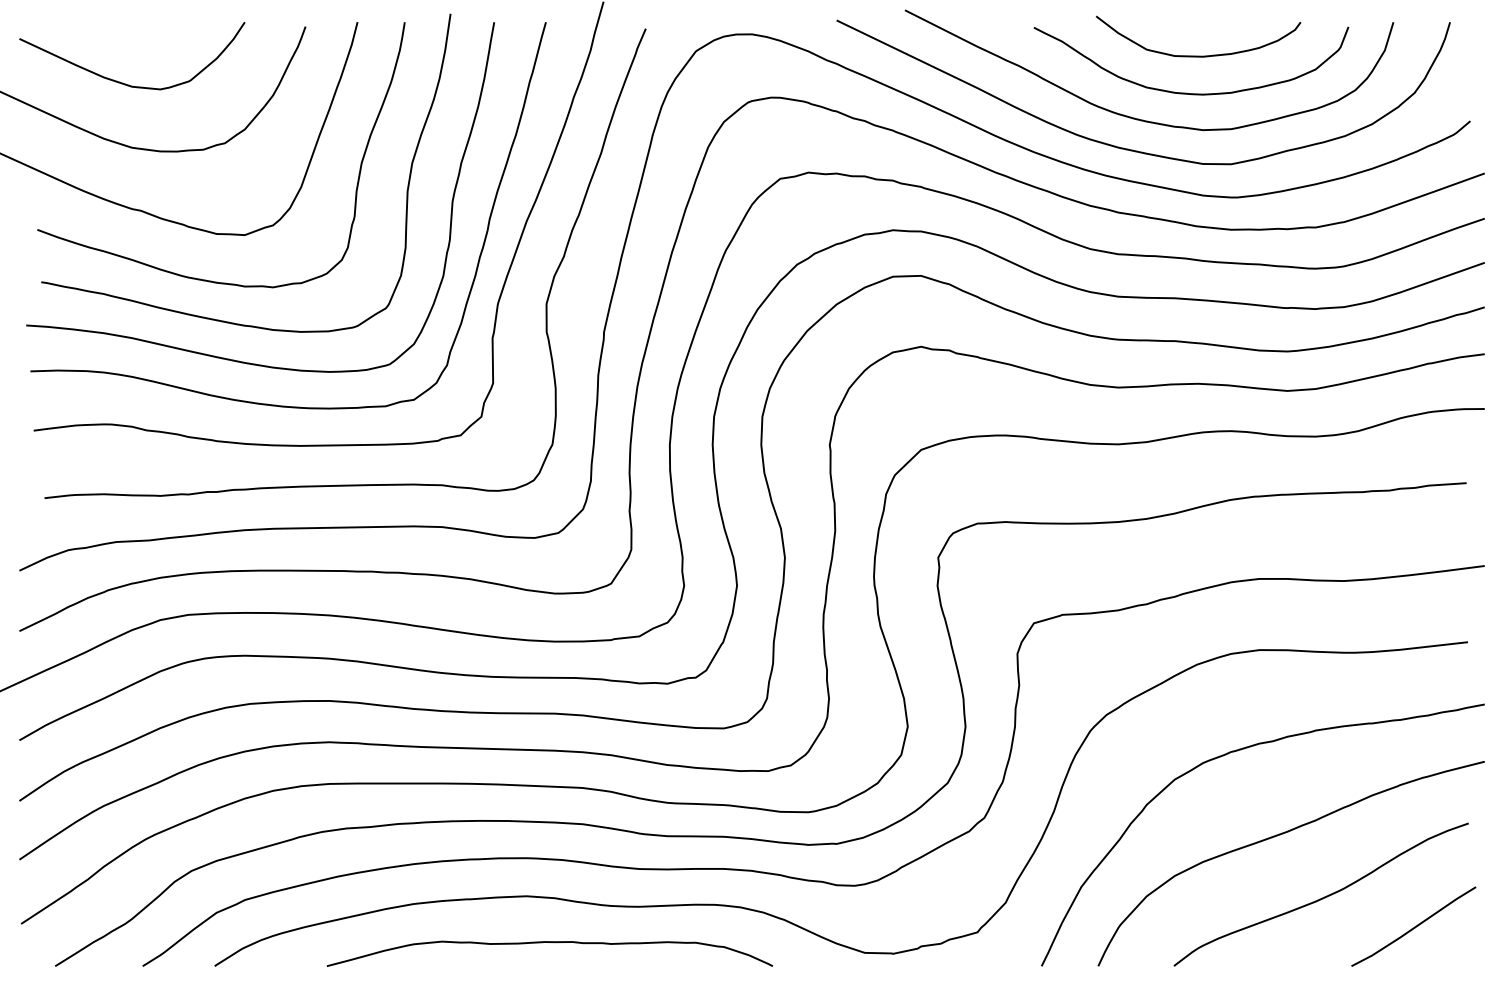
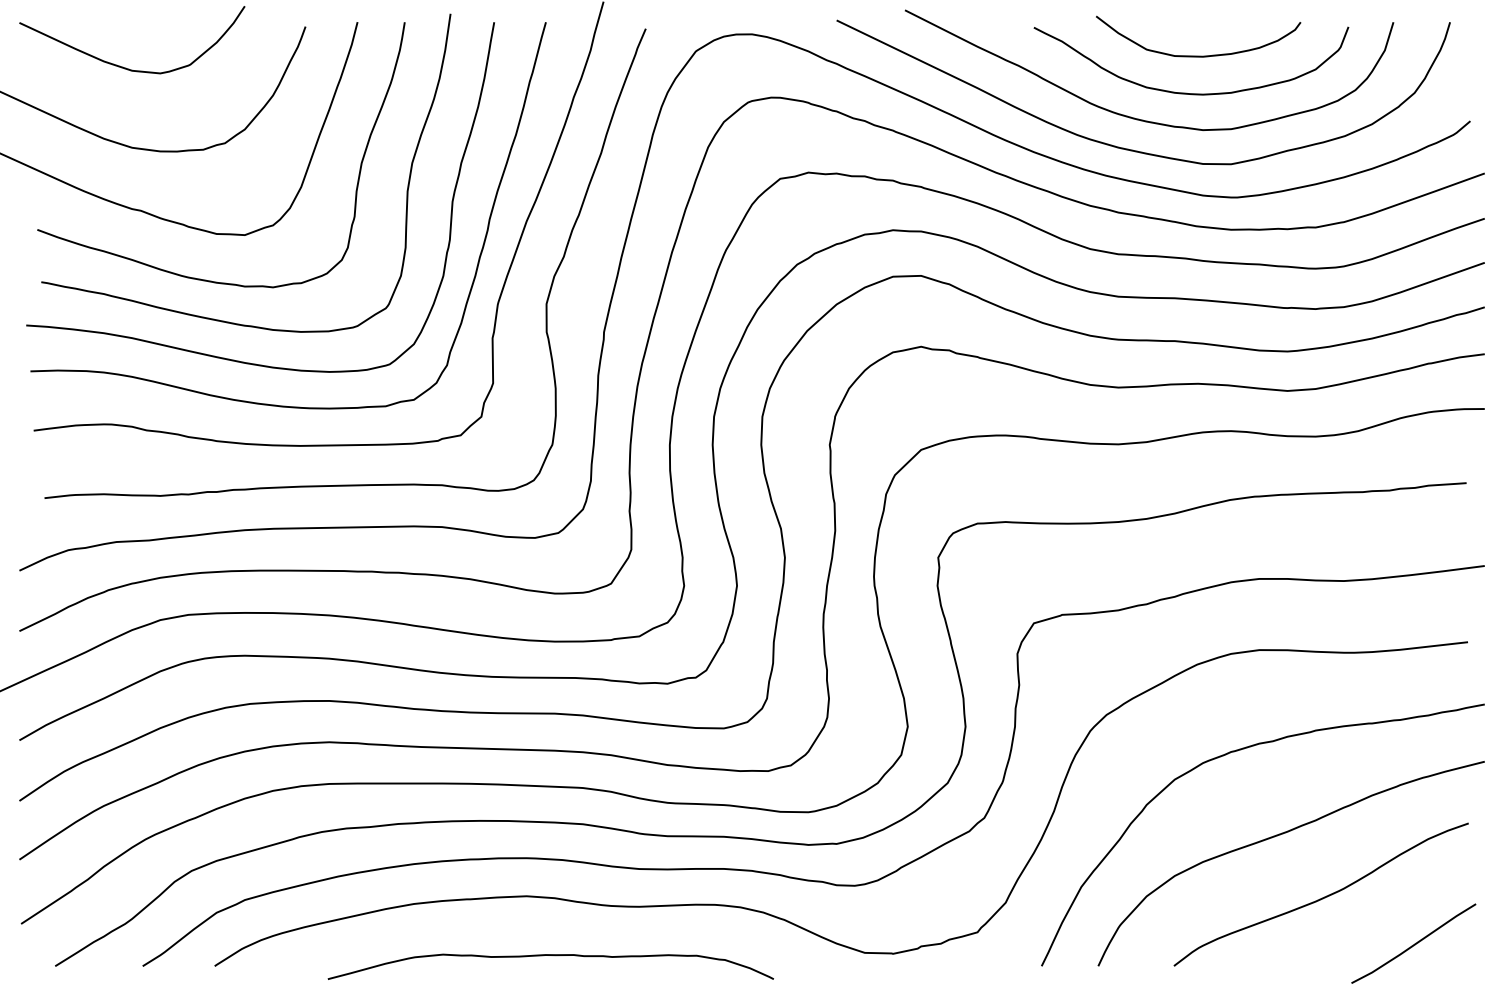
curve at (122, 82) position: (122, 82) -> (122, 66)
line at (1414, 926) position: (1414, 926) -> (1414, 943)
curve at (553, 943) position: (553, 943) -> (554, 956)
